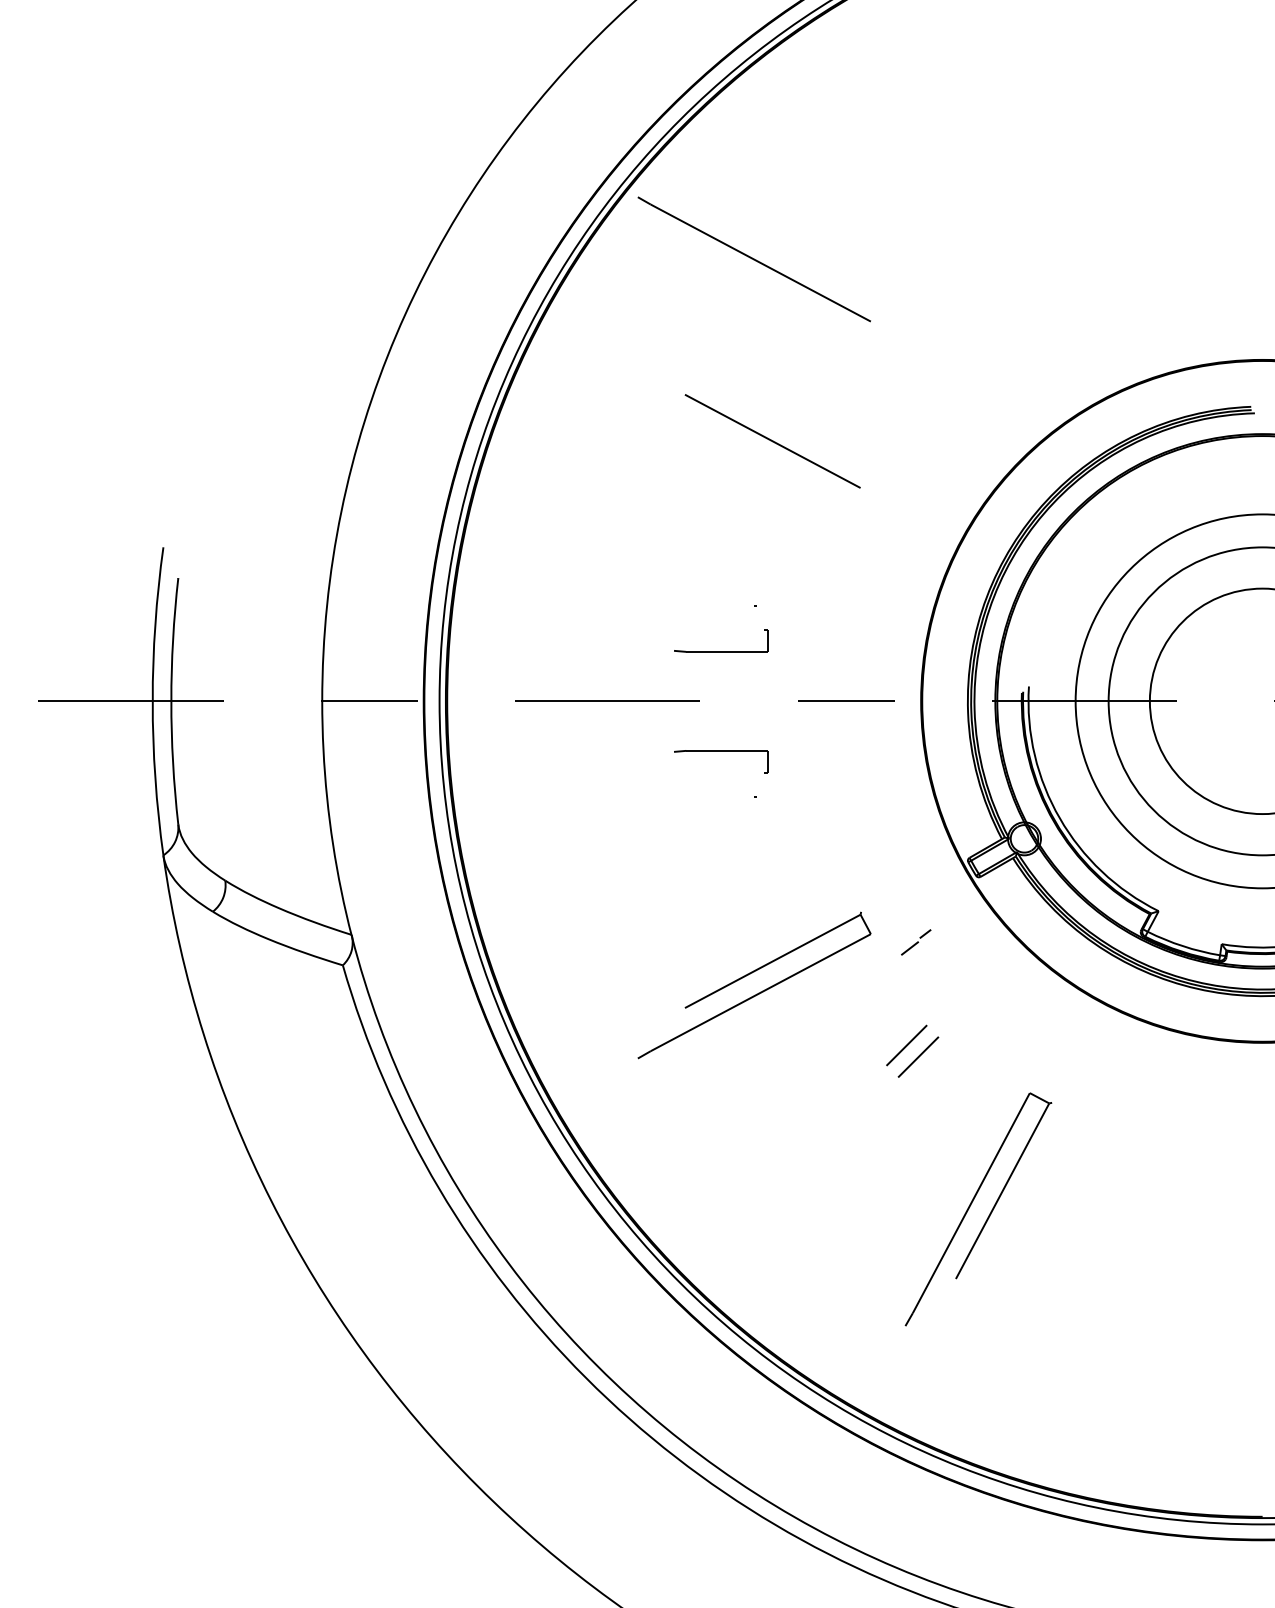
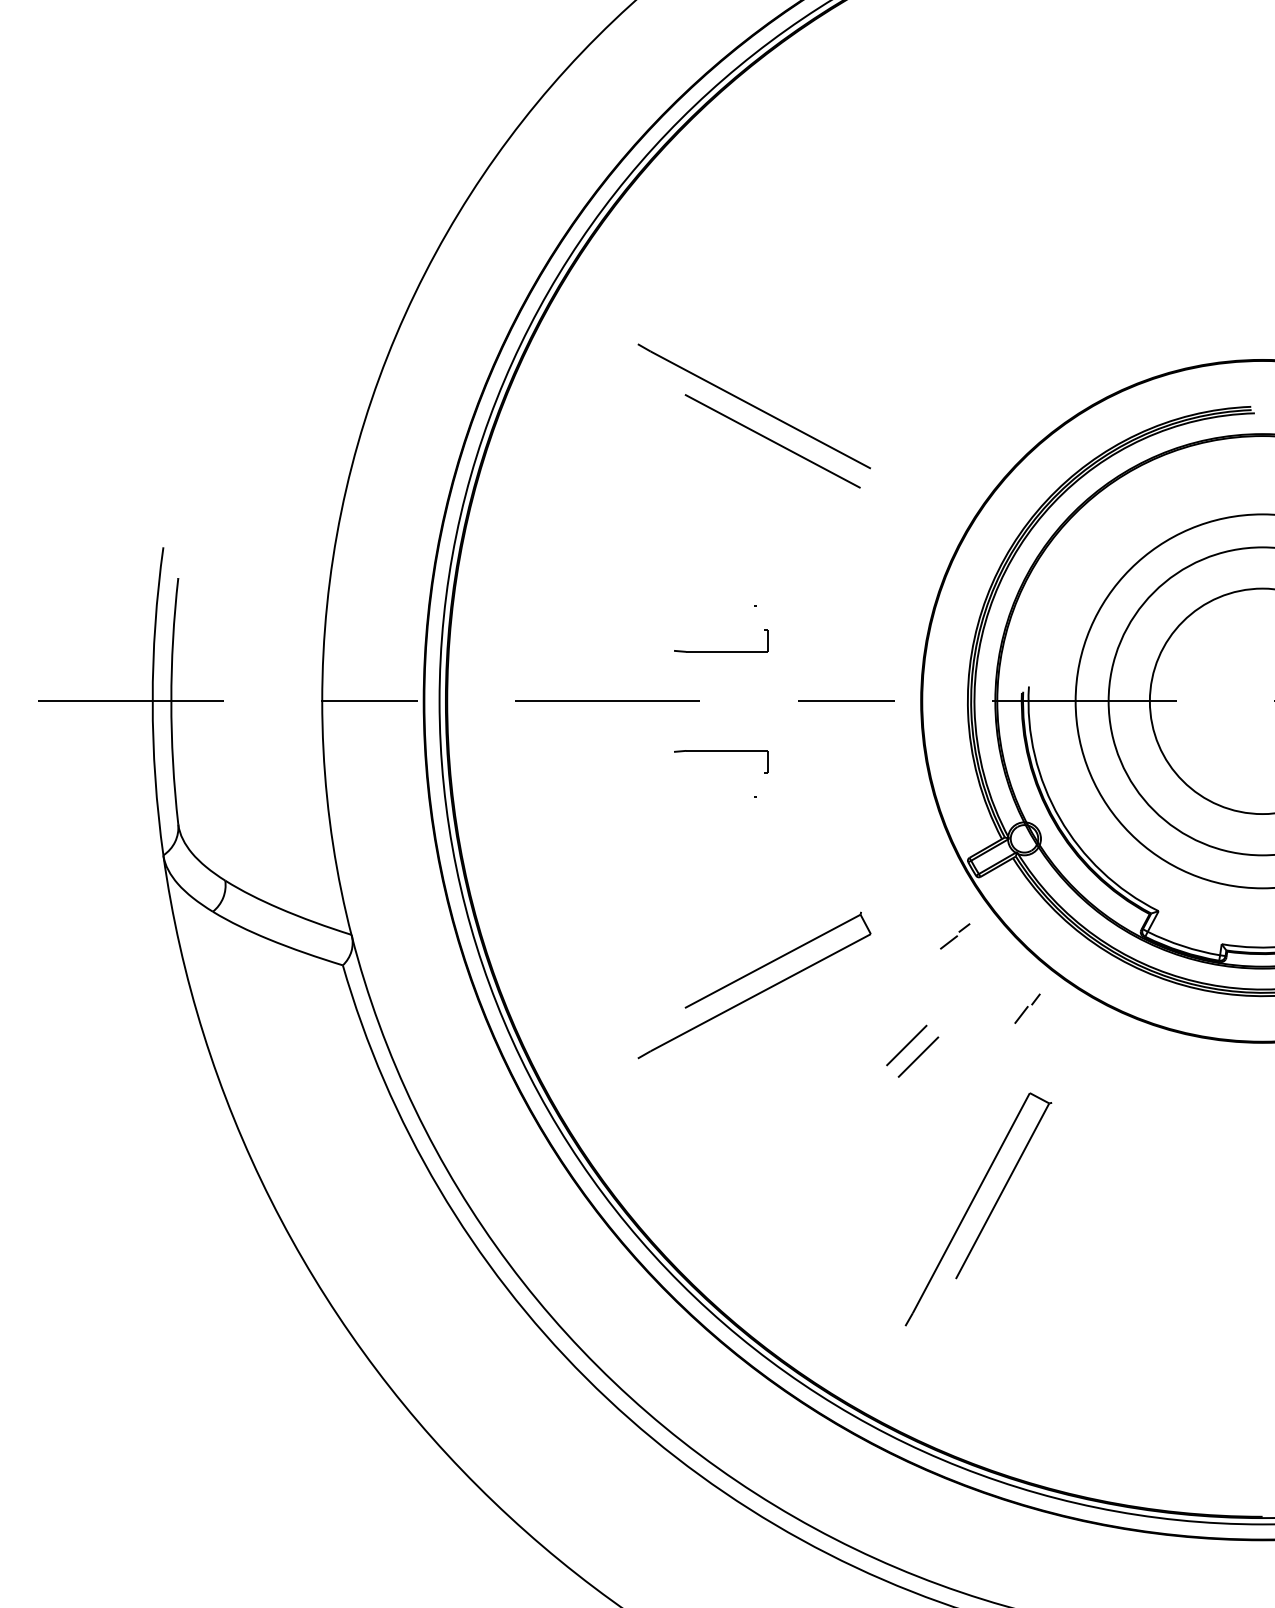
line at (753, 259) position: (753, 259) -> (753, 406)
part at (916, 942) position: (916, 942) -> (955, 936)
part at (1027, 1008): none -> present
